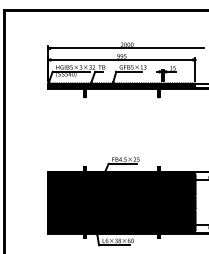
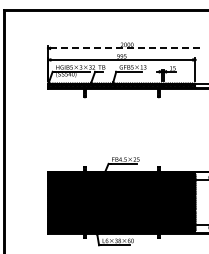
line at (127, 48): solid -> dashed
